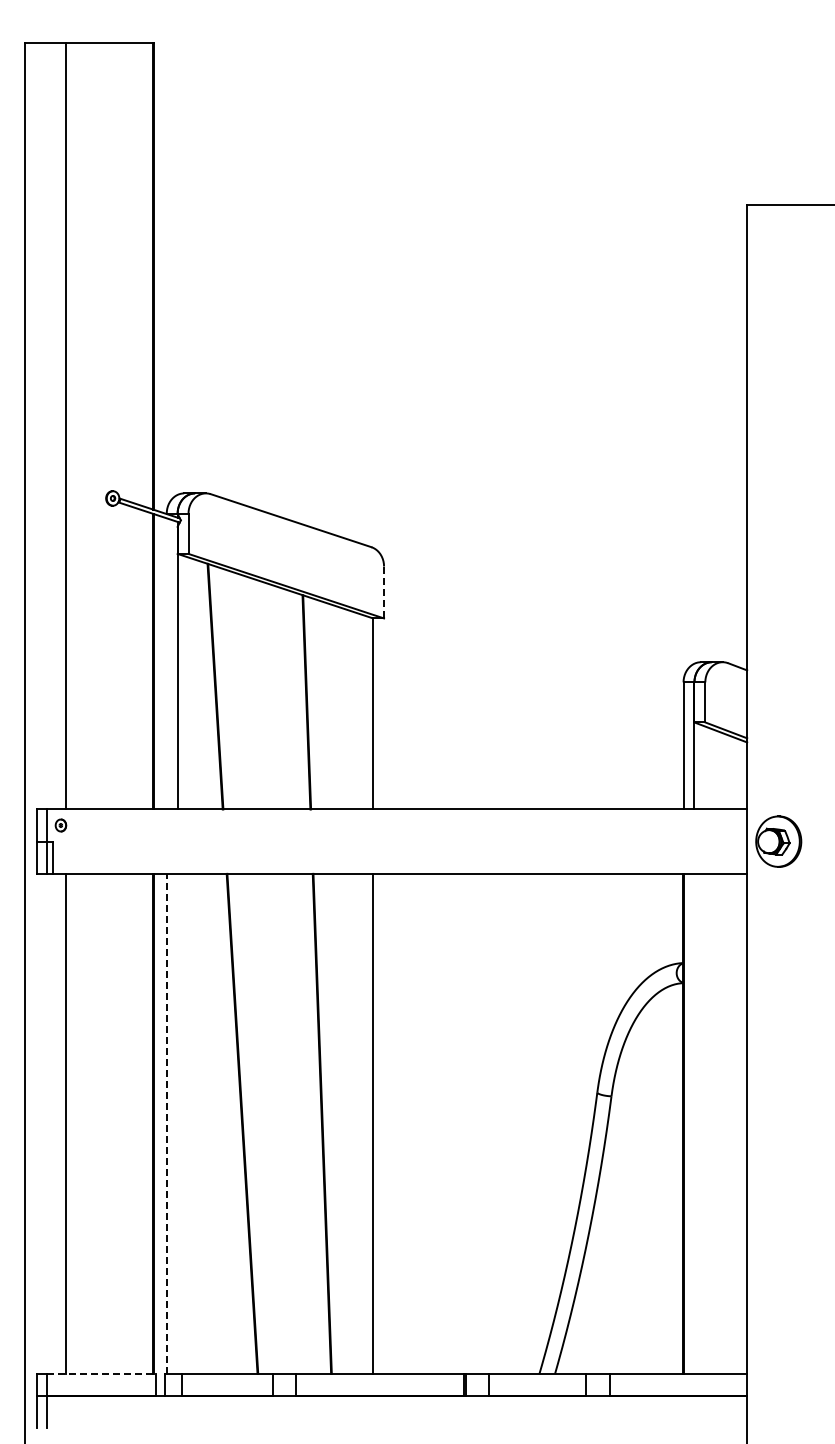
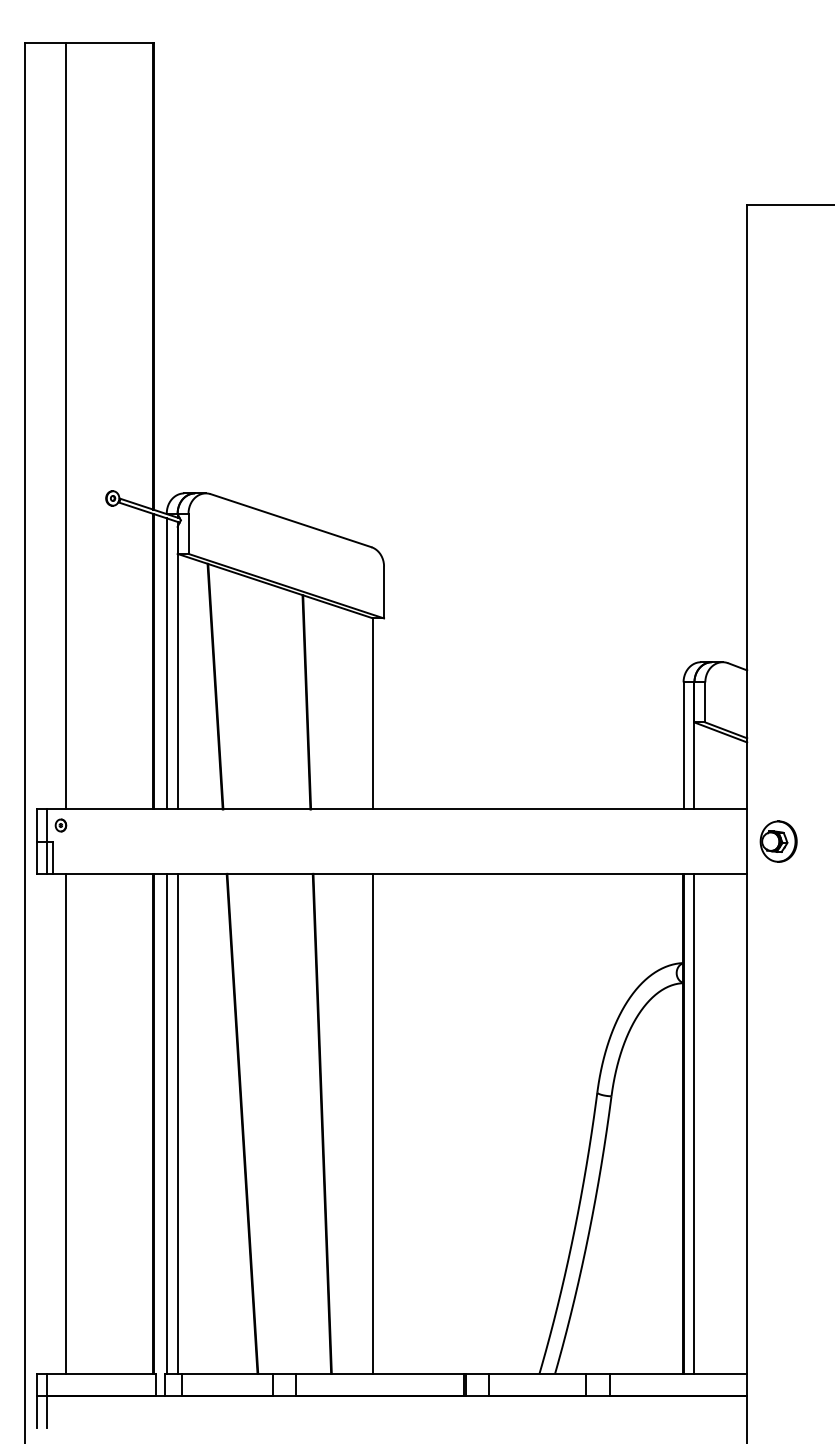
line at (384, 592): dashed -> solid
line at (166, 663): none -> present
part at (778, 841) size: 48x53 px -> 39x43 px
line at (166, 1123): dashed -> solid
line at (177, 1123): none -> present
line at (694, 1123): none -> present
line at (101, 1373): dashed -> solid
